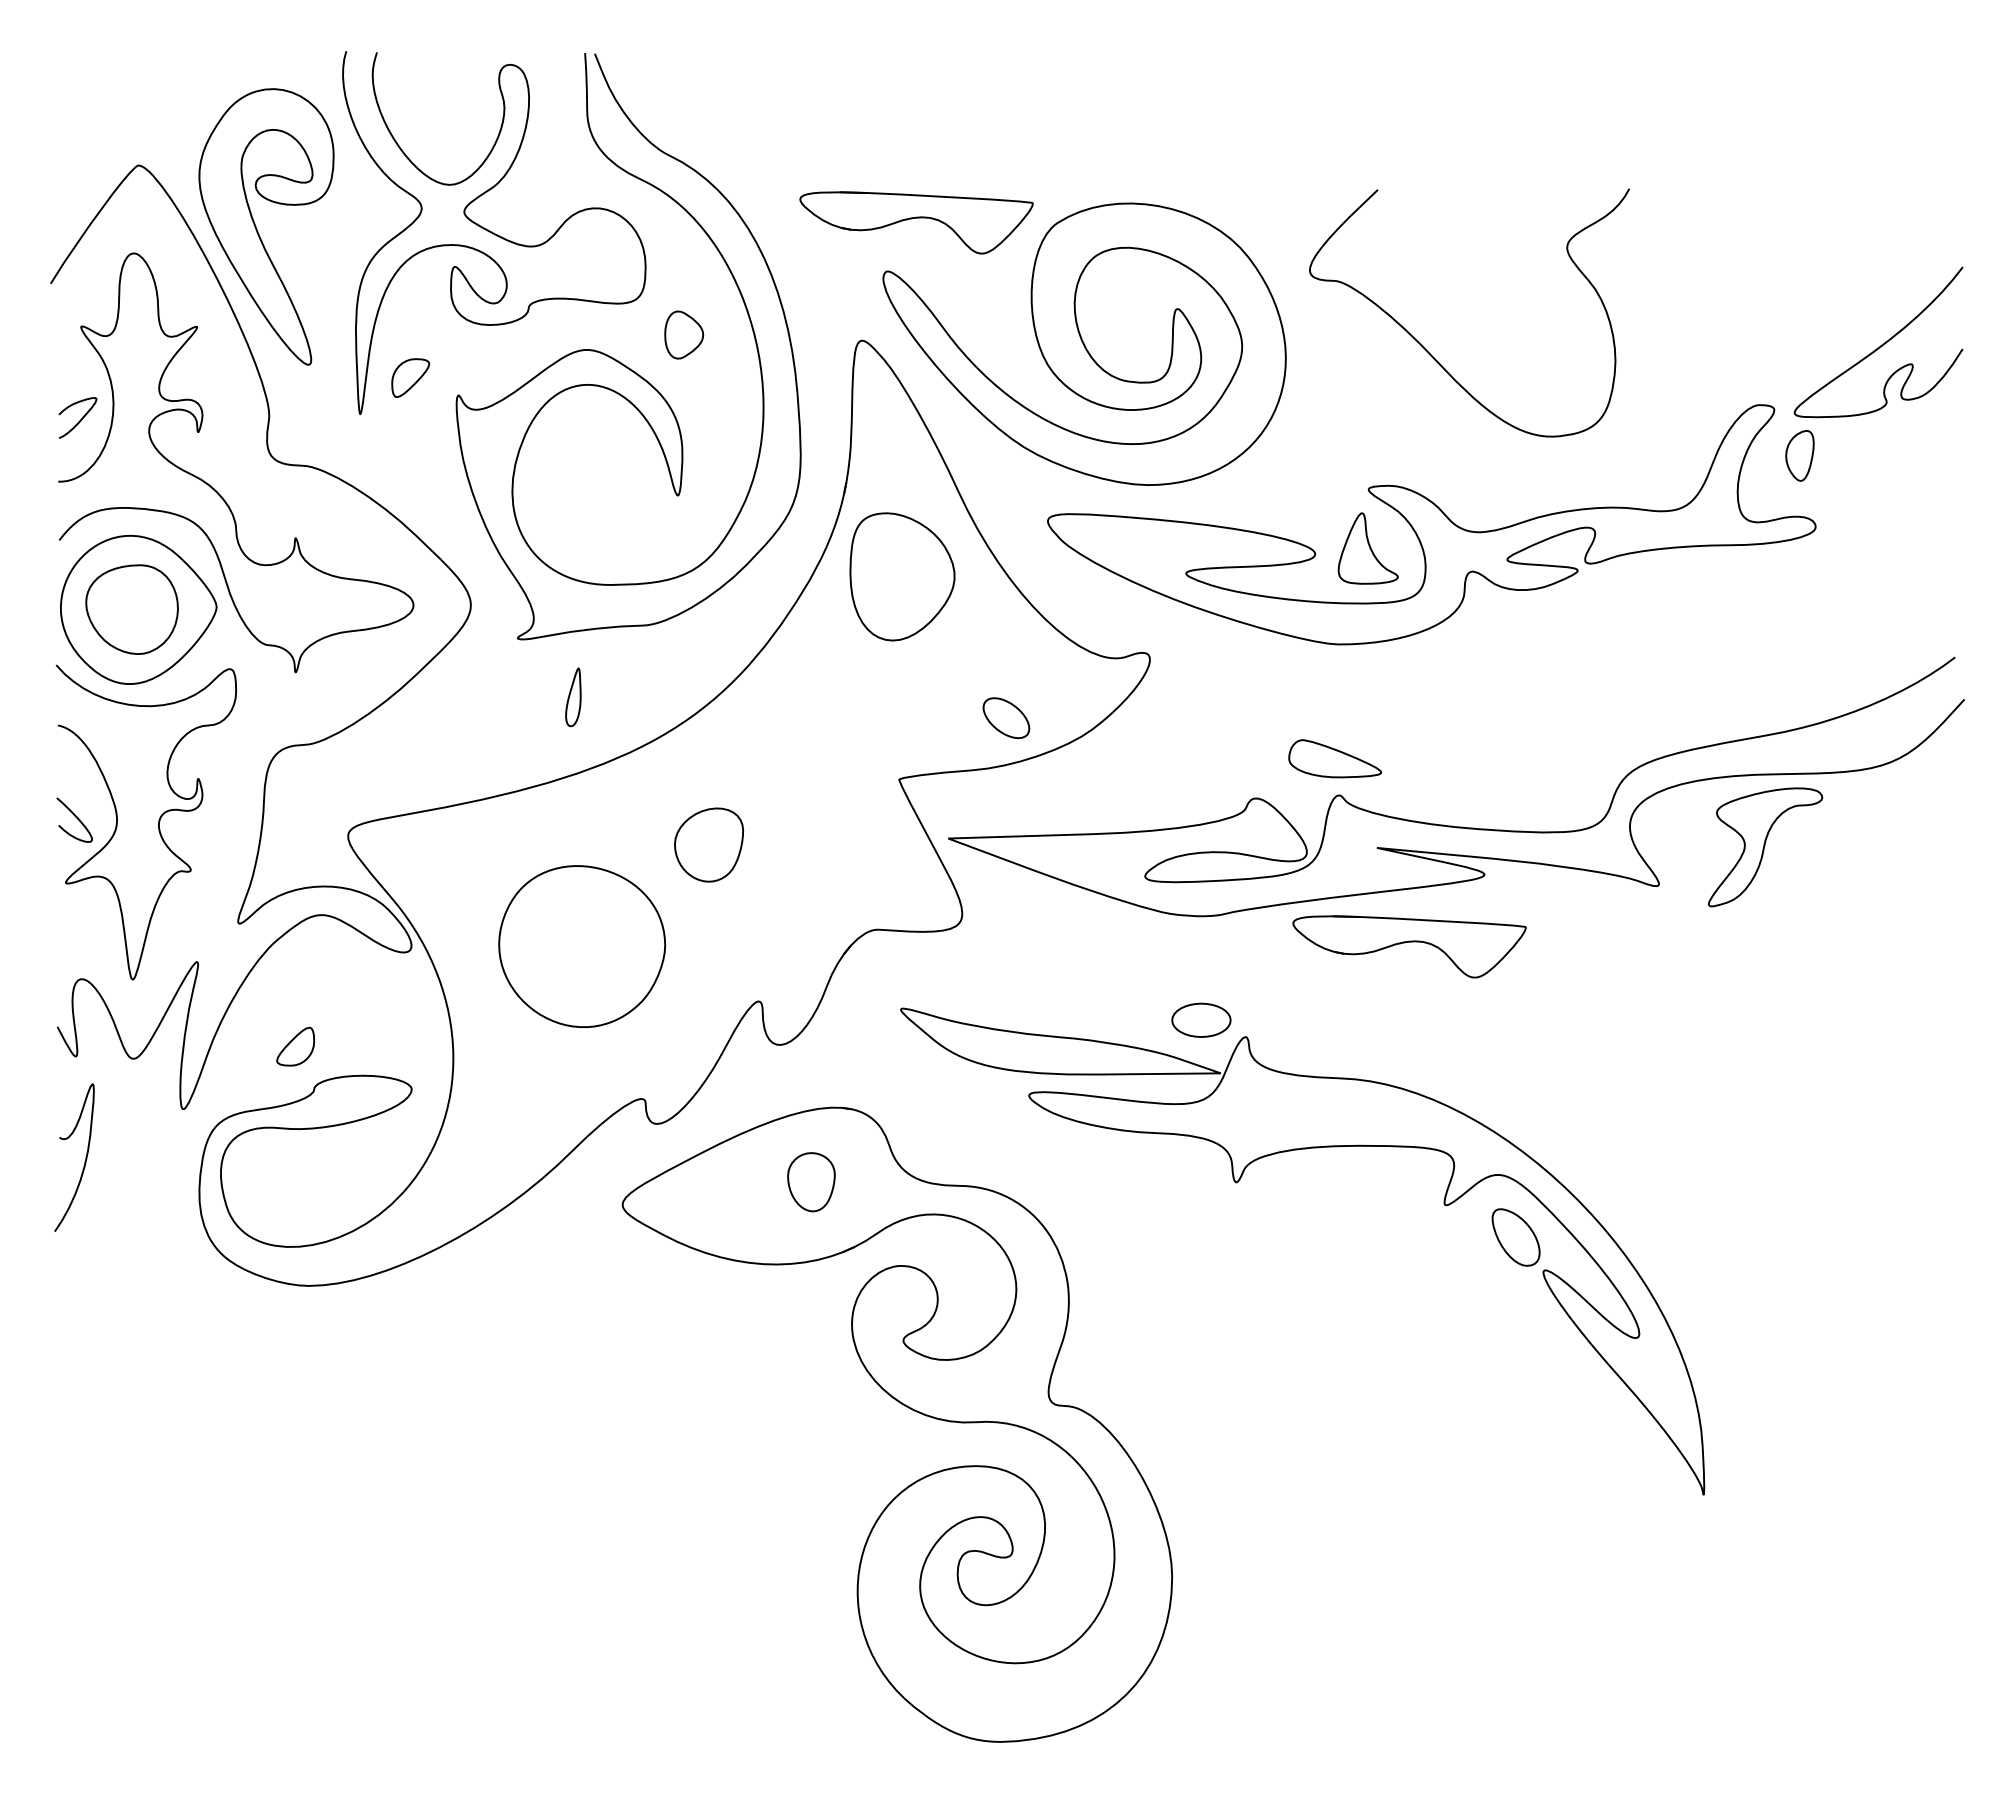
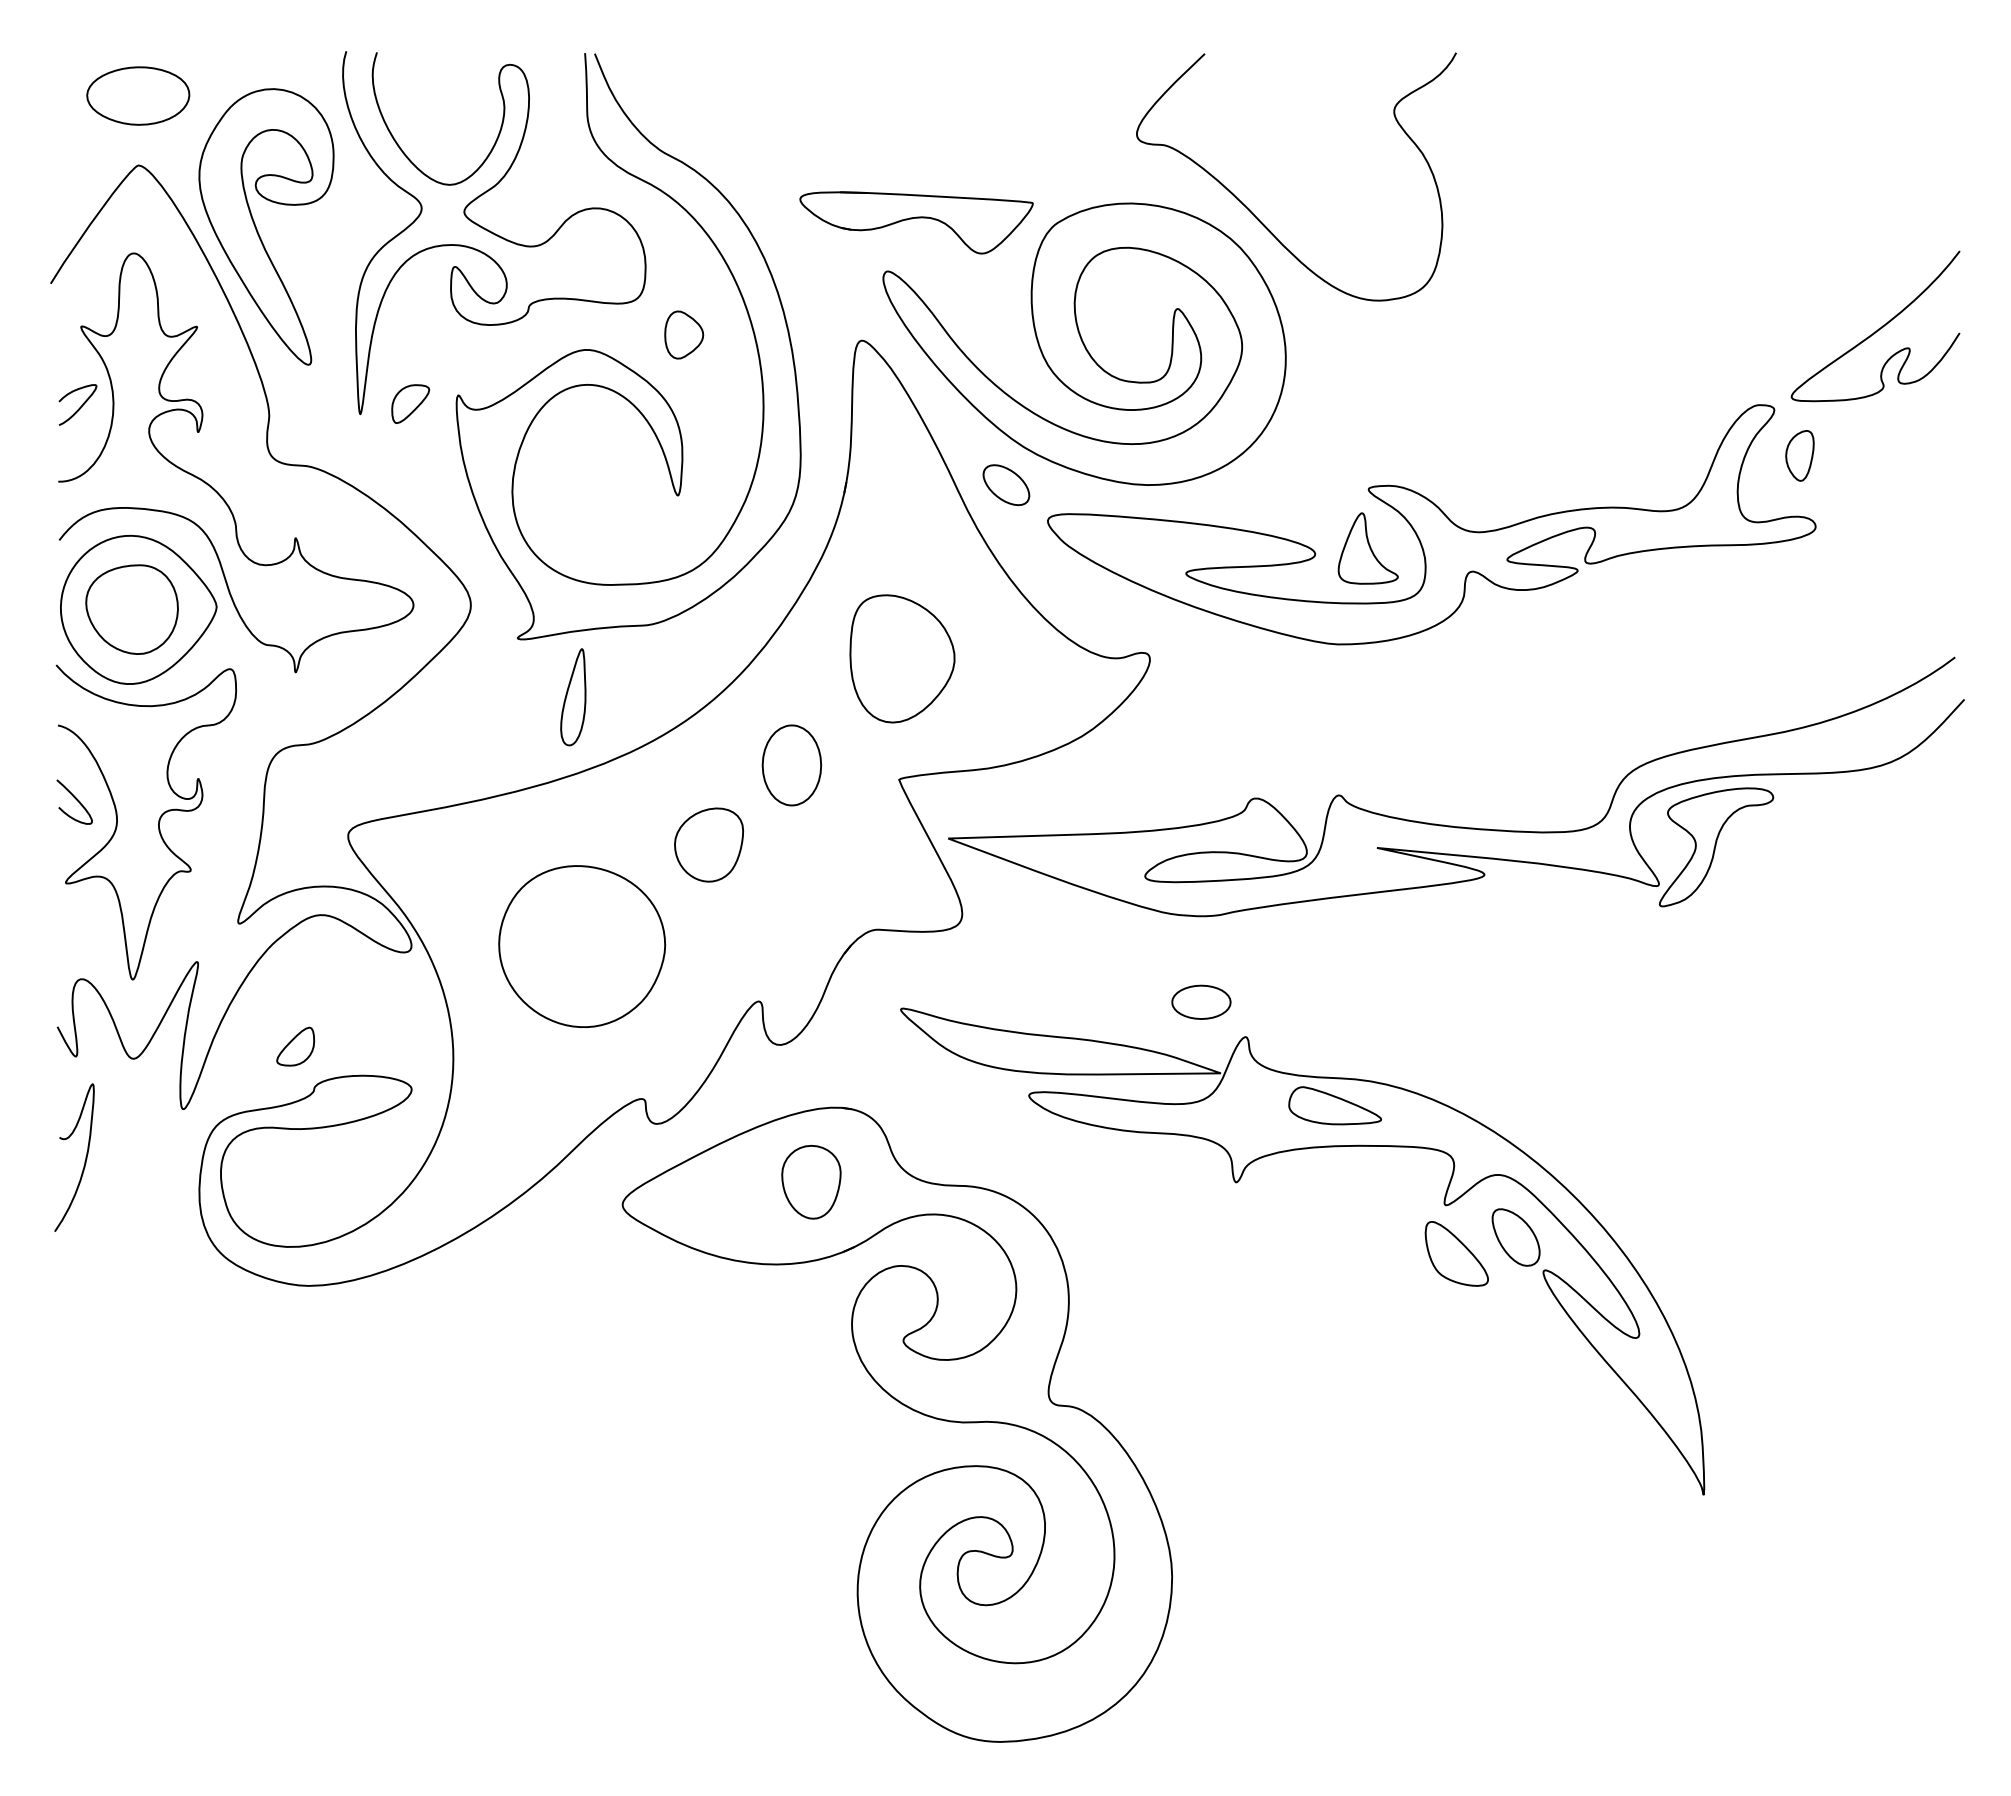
part at (138, 95): none -> present
curve at (1881, 344) position: (1881, 344) -> (1878, 328)
curve at (1429, 352) position: (1429, 352) -> (1256, 216)
part at (410, 377) position: (410, 377) -> (410, 403)
curve at (80, 419) position: (80, 419) -> (80, 406)
part at (902, 576) position: (902, 576) -> (902, 658)
part at (573, 697) size: 17x61 px -> 27x99 px
part at (1006, 718) position: (1006, 718) -> (1006, 485)
part at (1334, 758) position: (1334, 758) -> (1334, 1105)
part at (791, 765): none -> present
curve at (75, 817) position: (75, 817) -> (75, 799)
part at (1765, 847) position: (1765, 847) -> (1716, 847)
part at (1409, 946): present -> none
part at (1201, 1019) position: (1201, 1019) -> (1201, 1001)
part at (811, 1182) size: 49x61 px -> 61x76 px
part at (1456, 1253): none -> present
